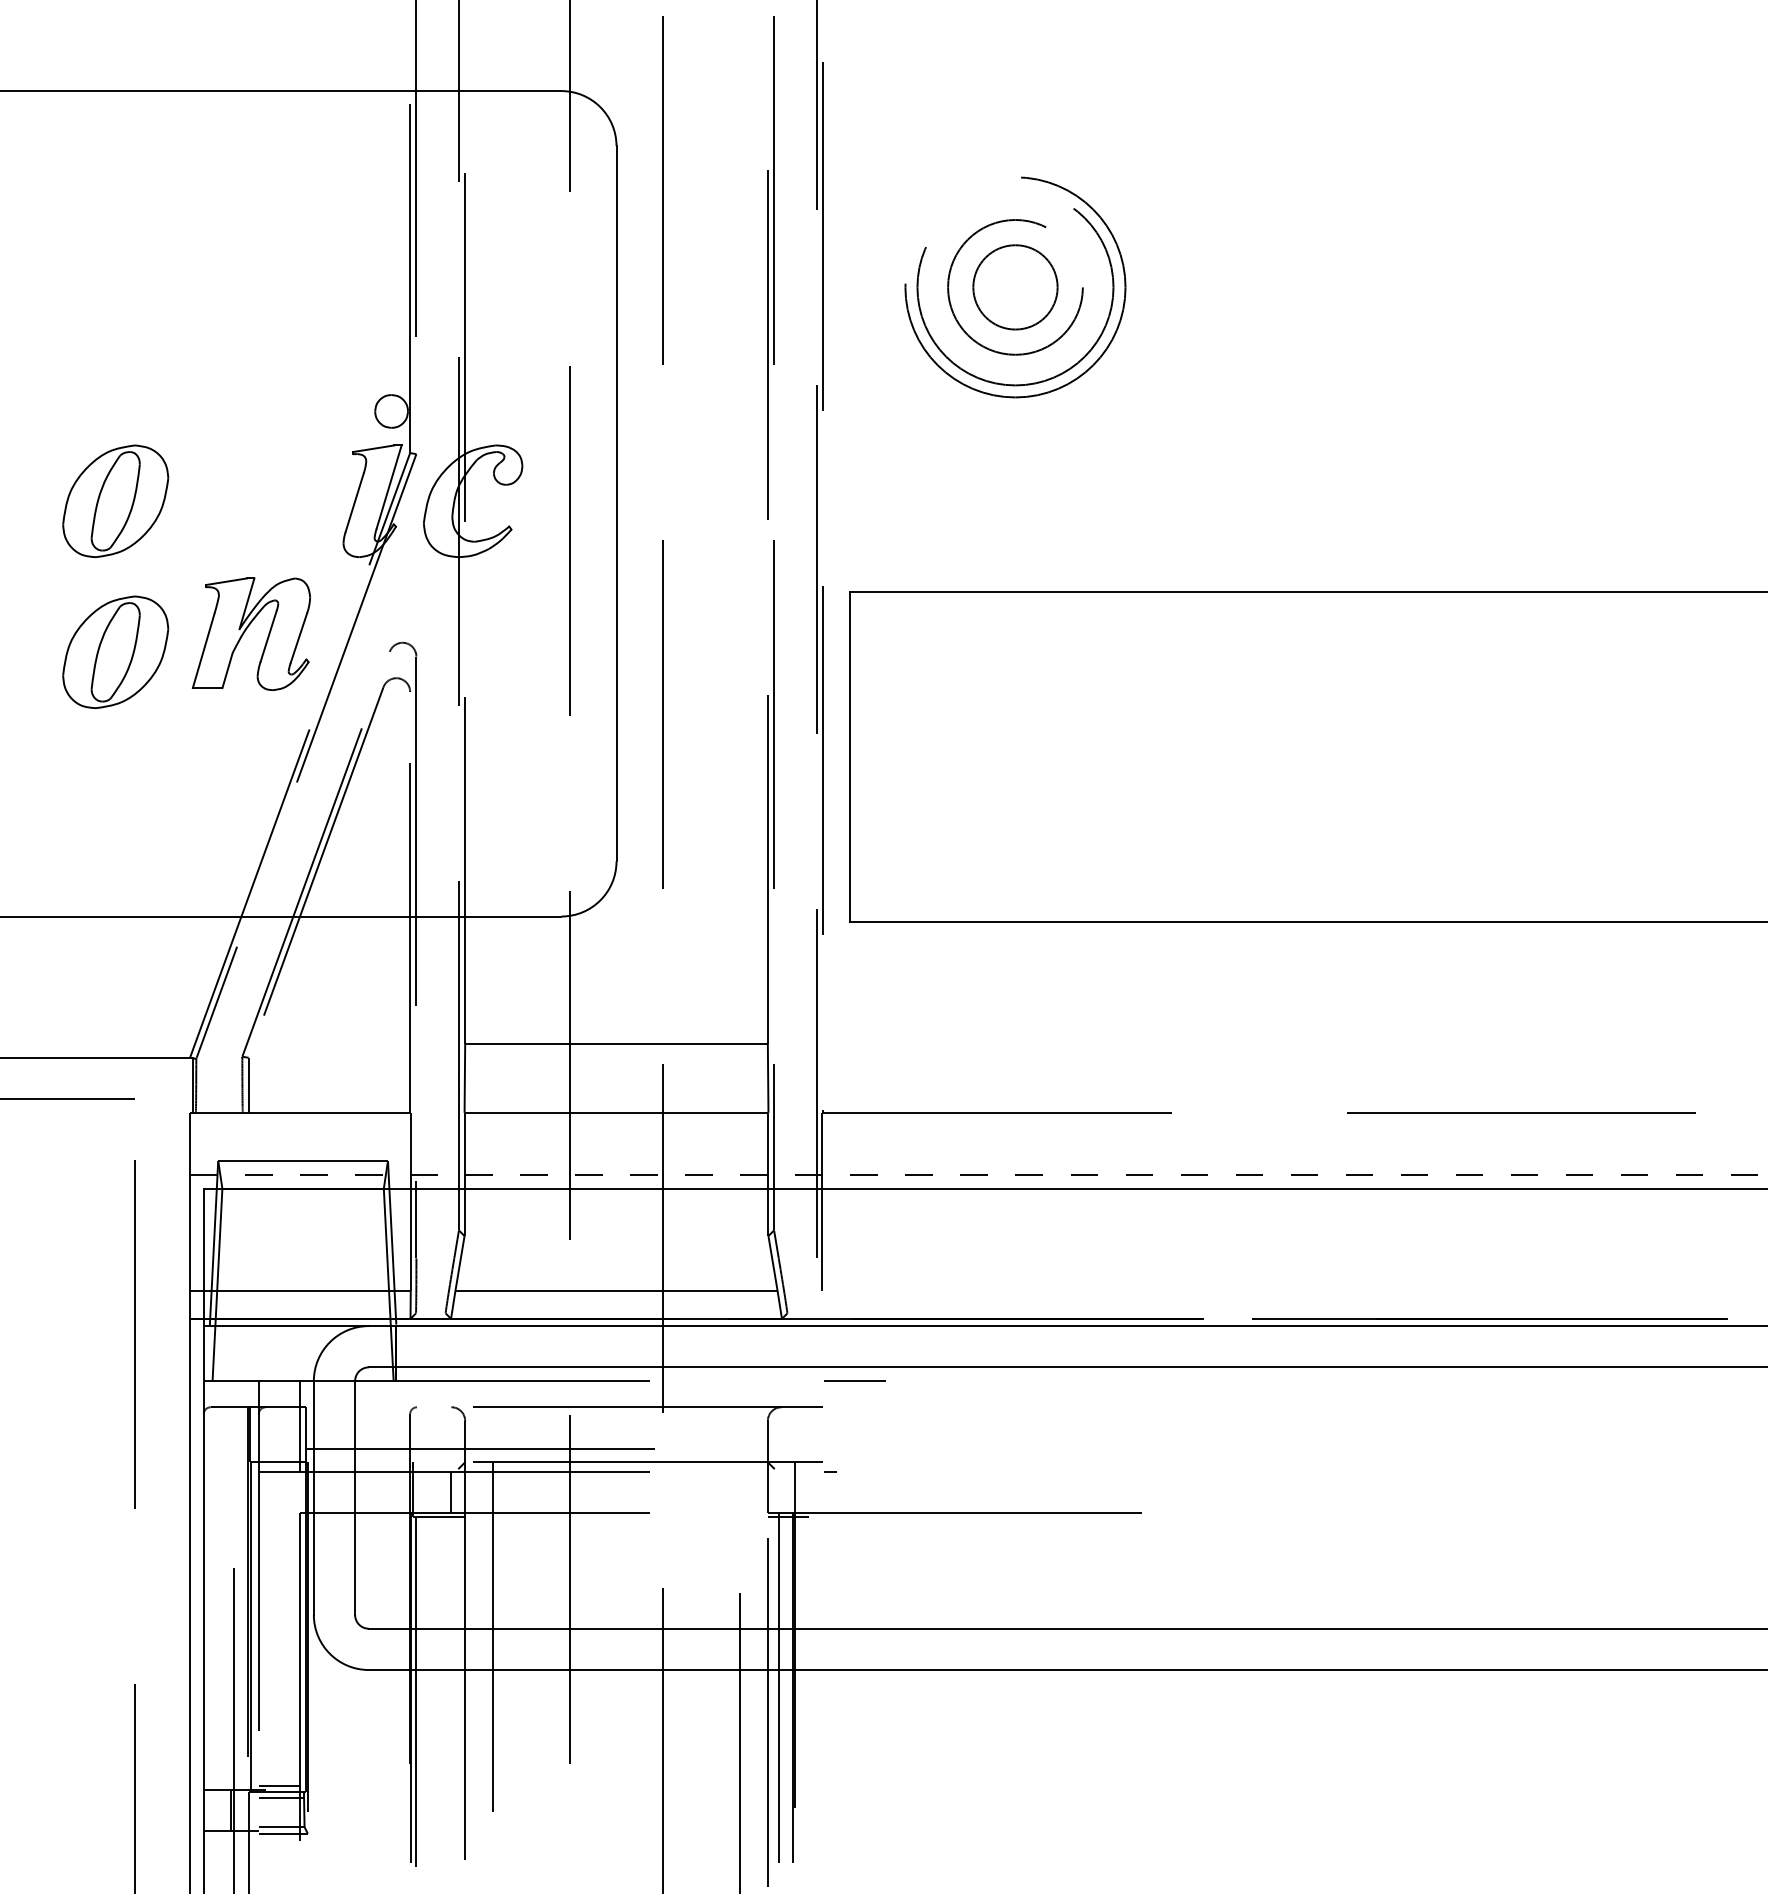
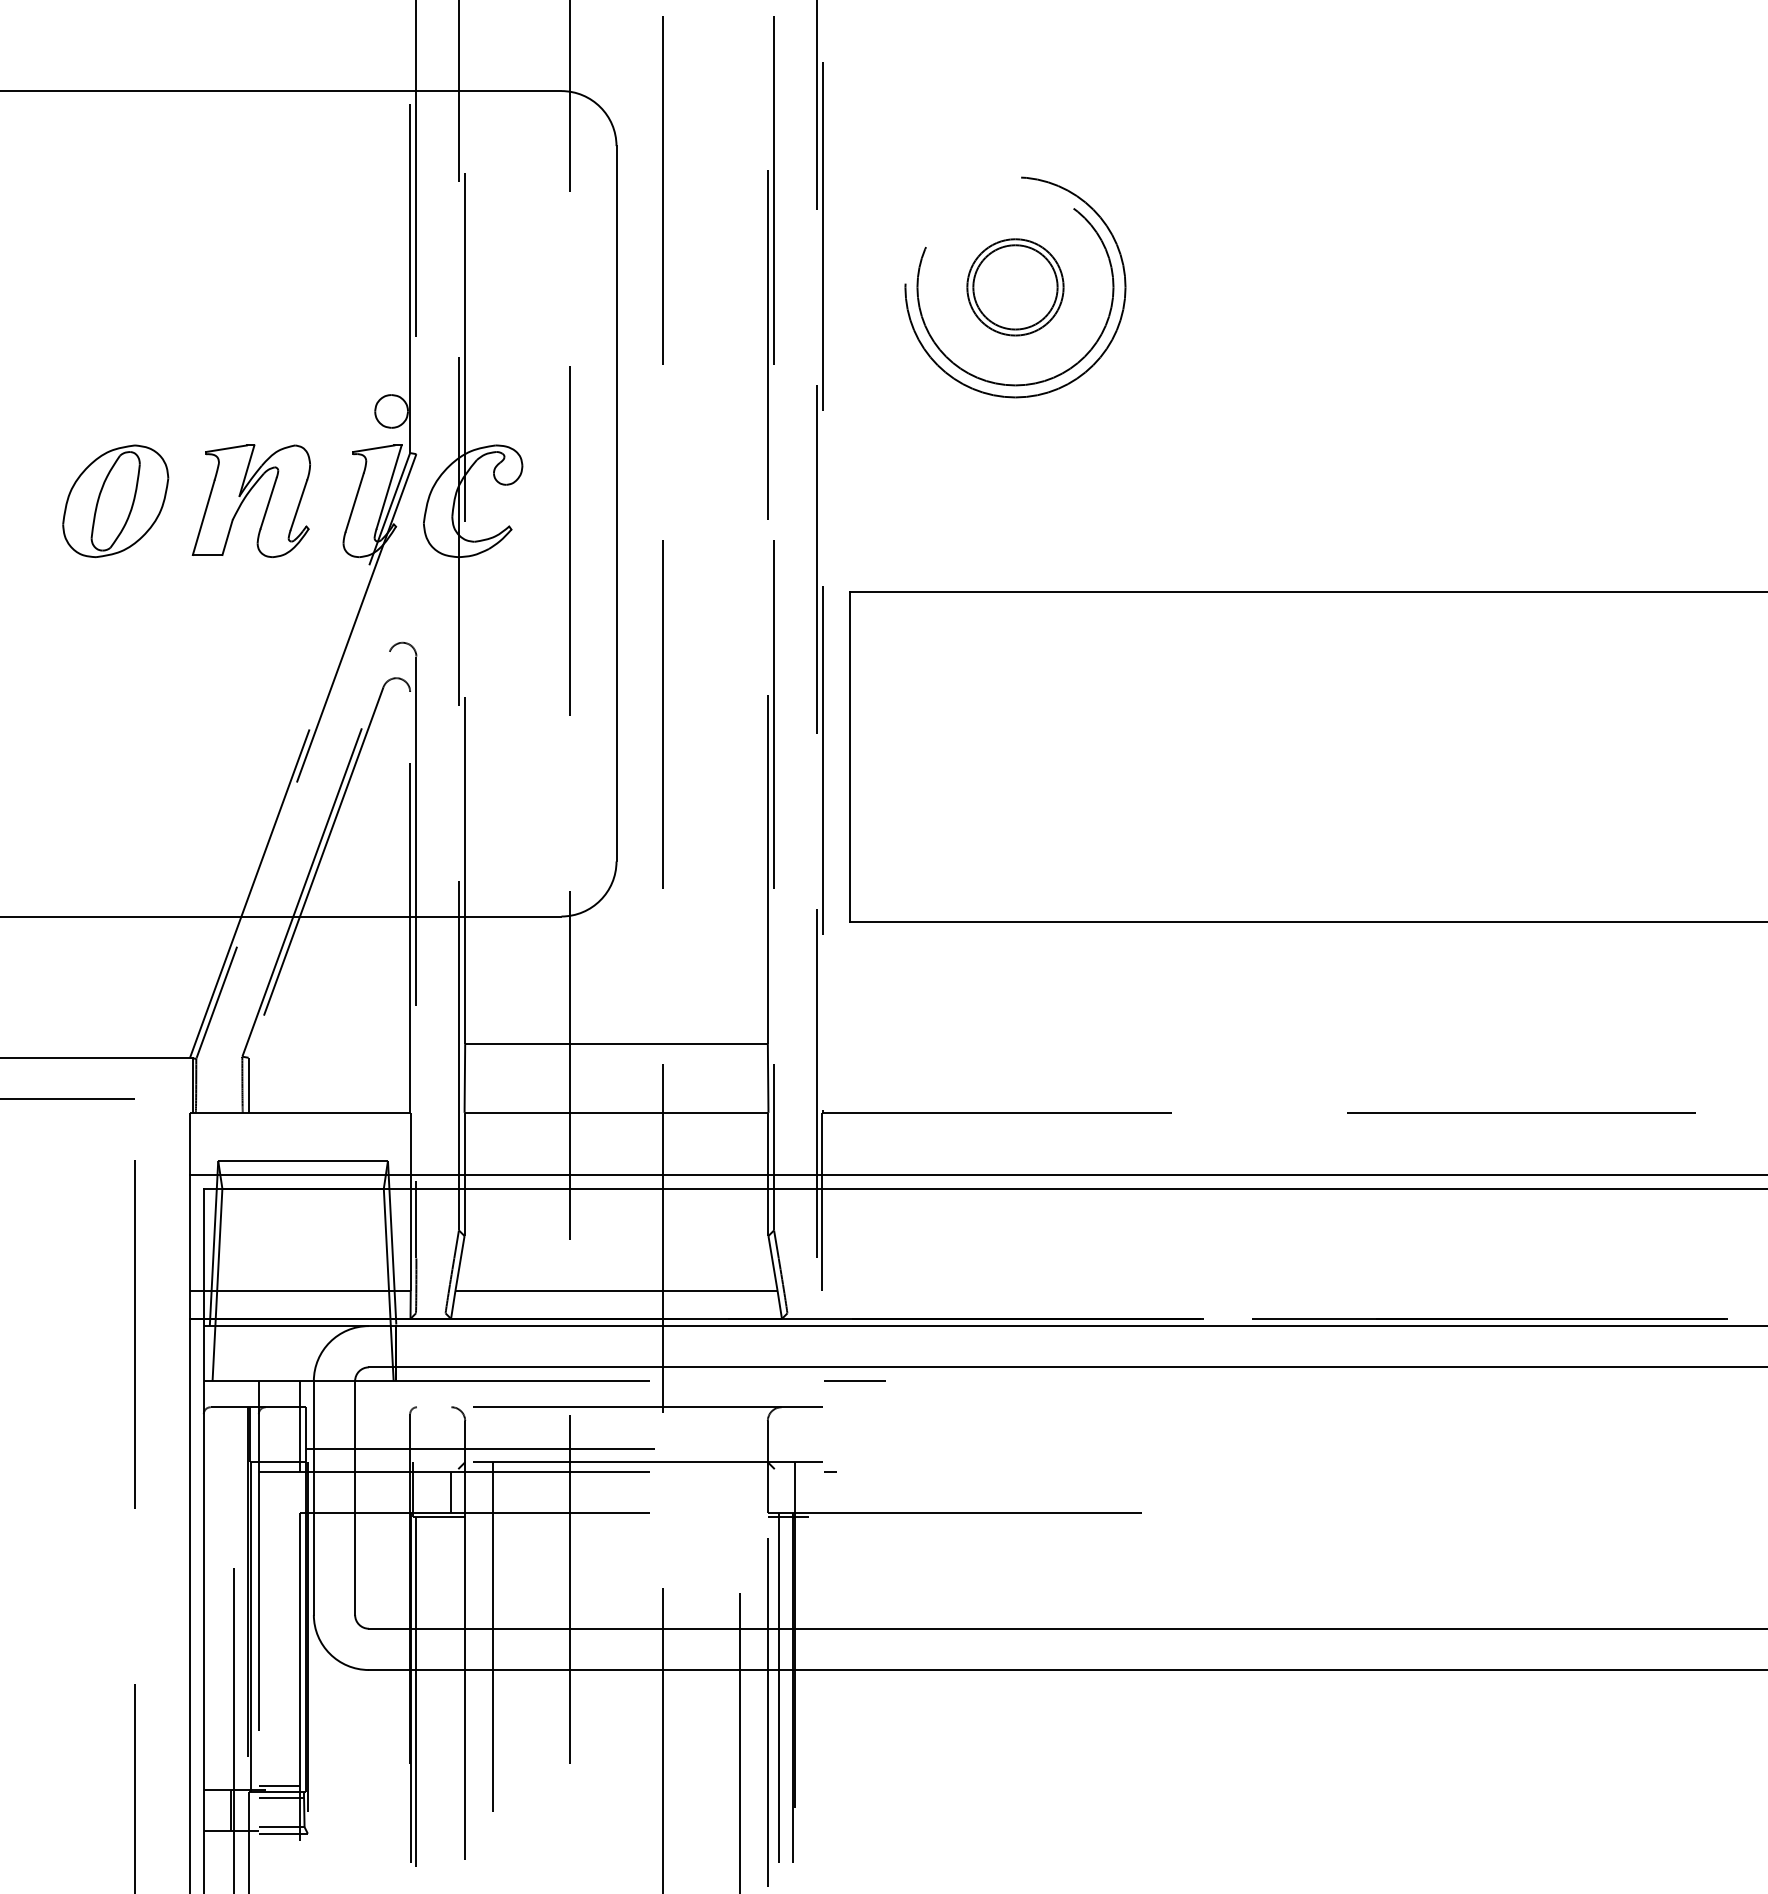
circle at (1015, 286) diameter: 135 px -> 96 px
part at (250, 633) position: (250, 633) -> (250, 500)
part at (115, 652): present -> none
line at (978, 1174): dashed -> solid
